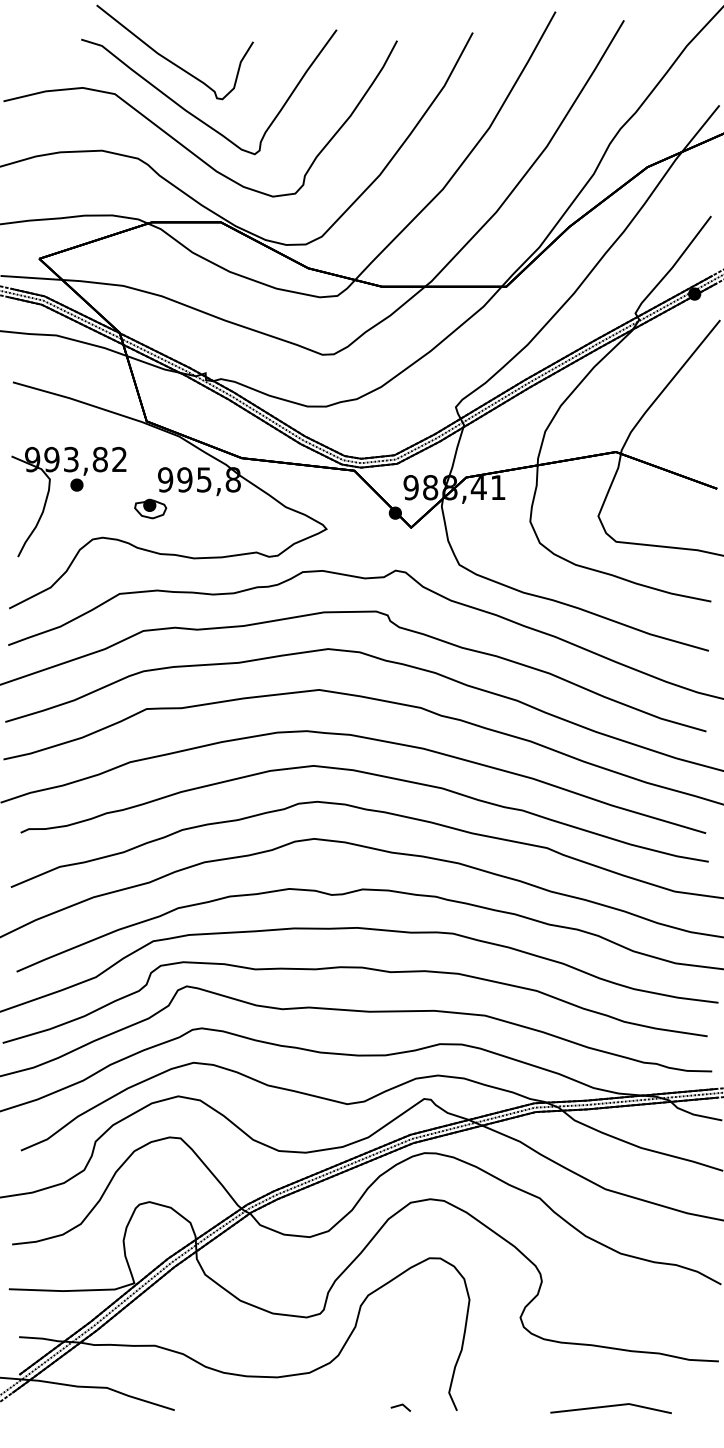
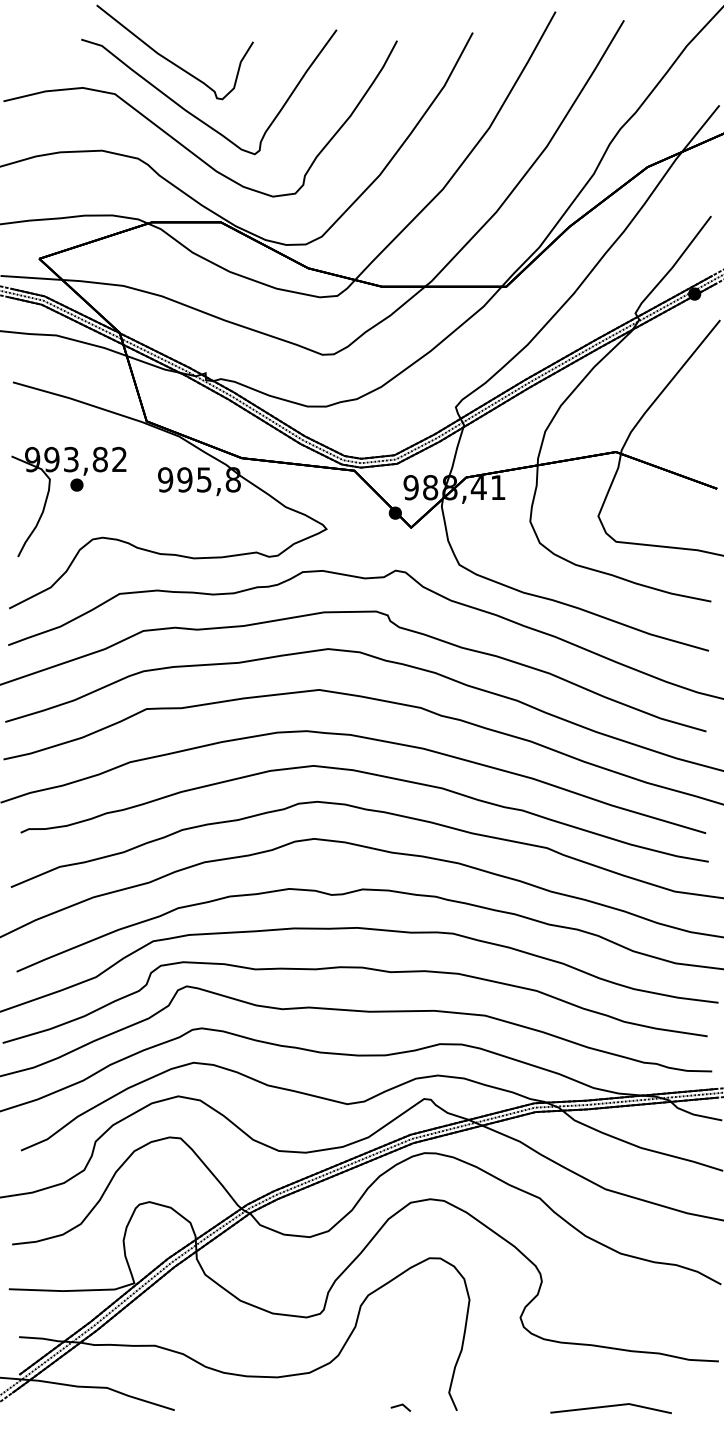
part at (150, 508): present -> none
